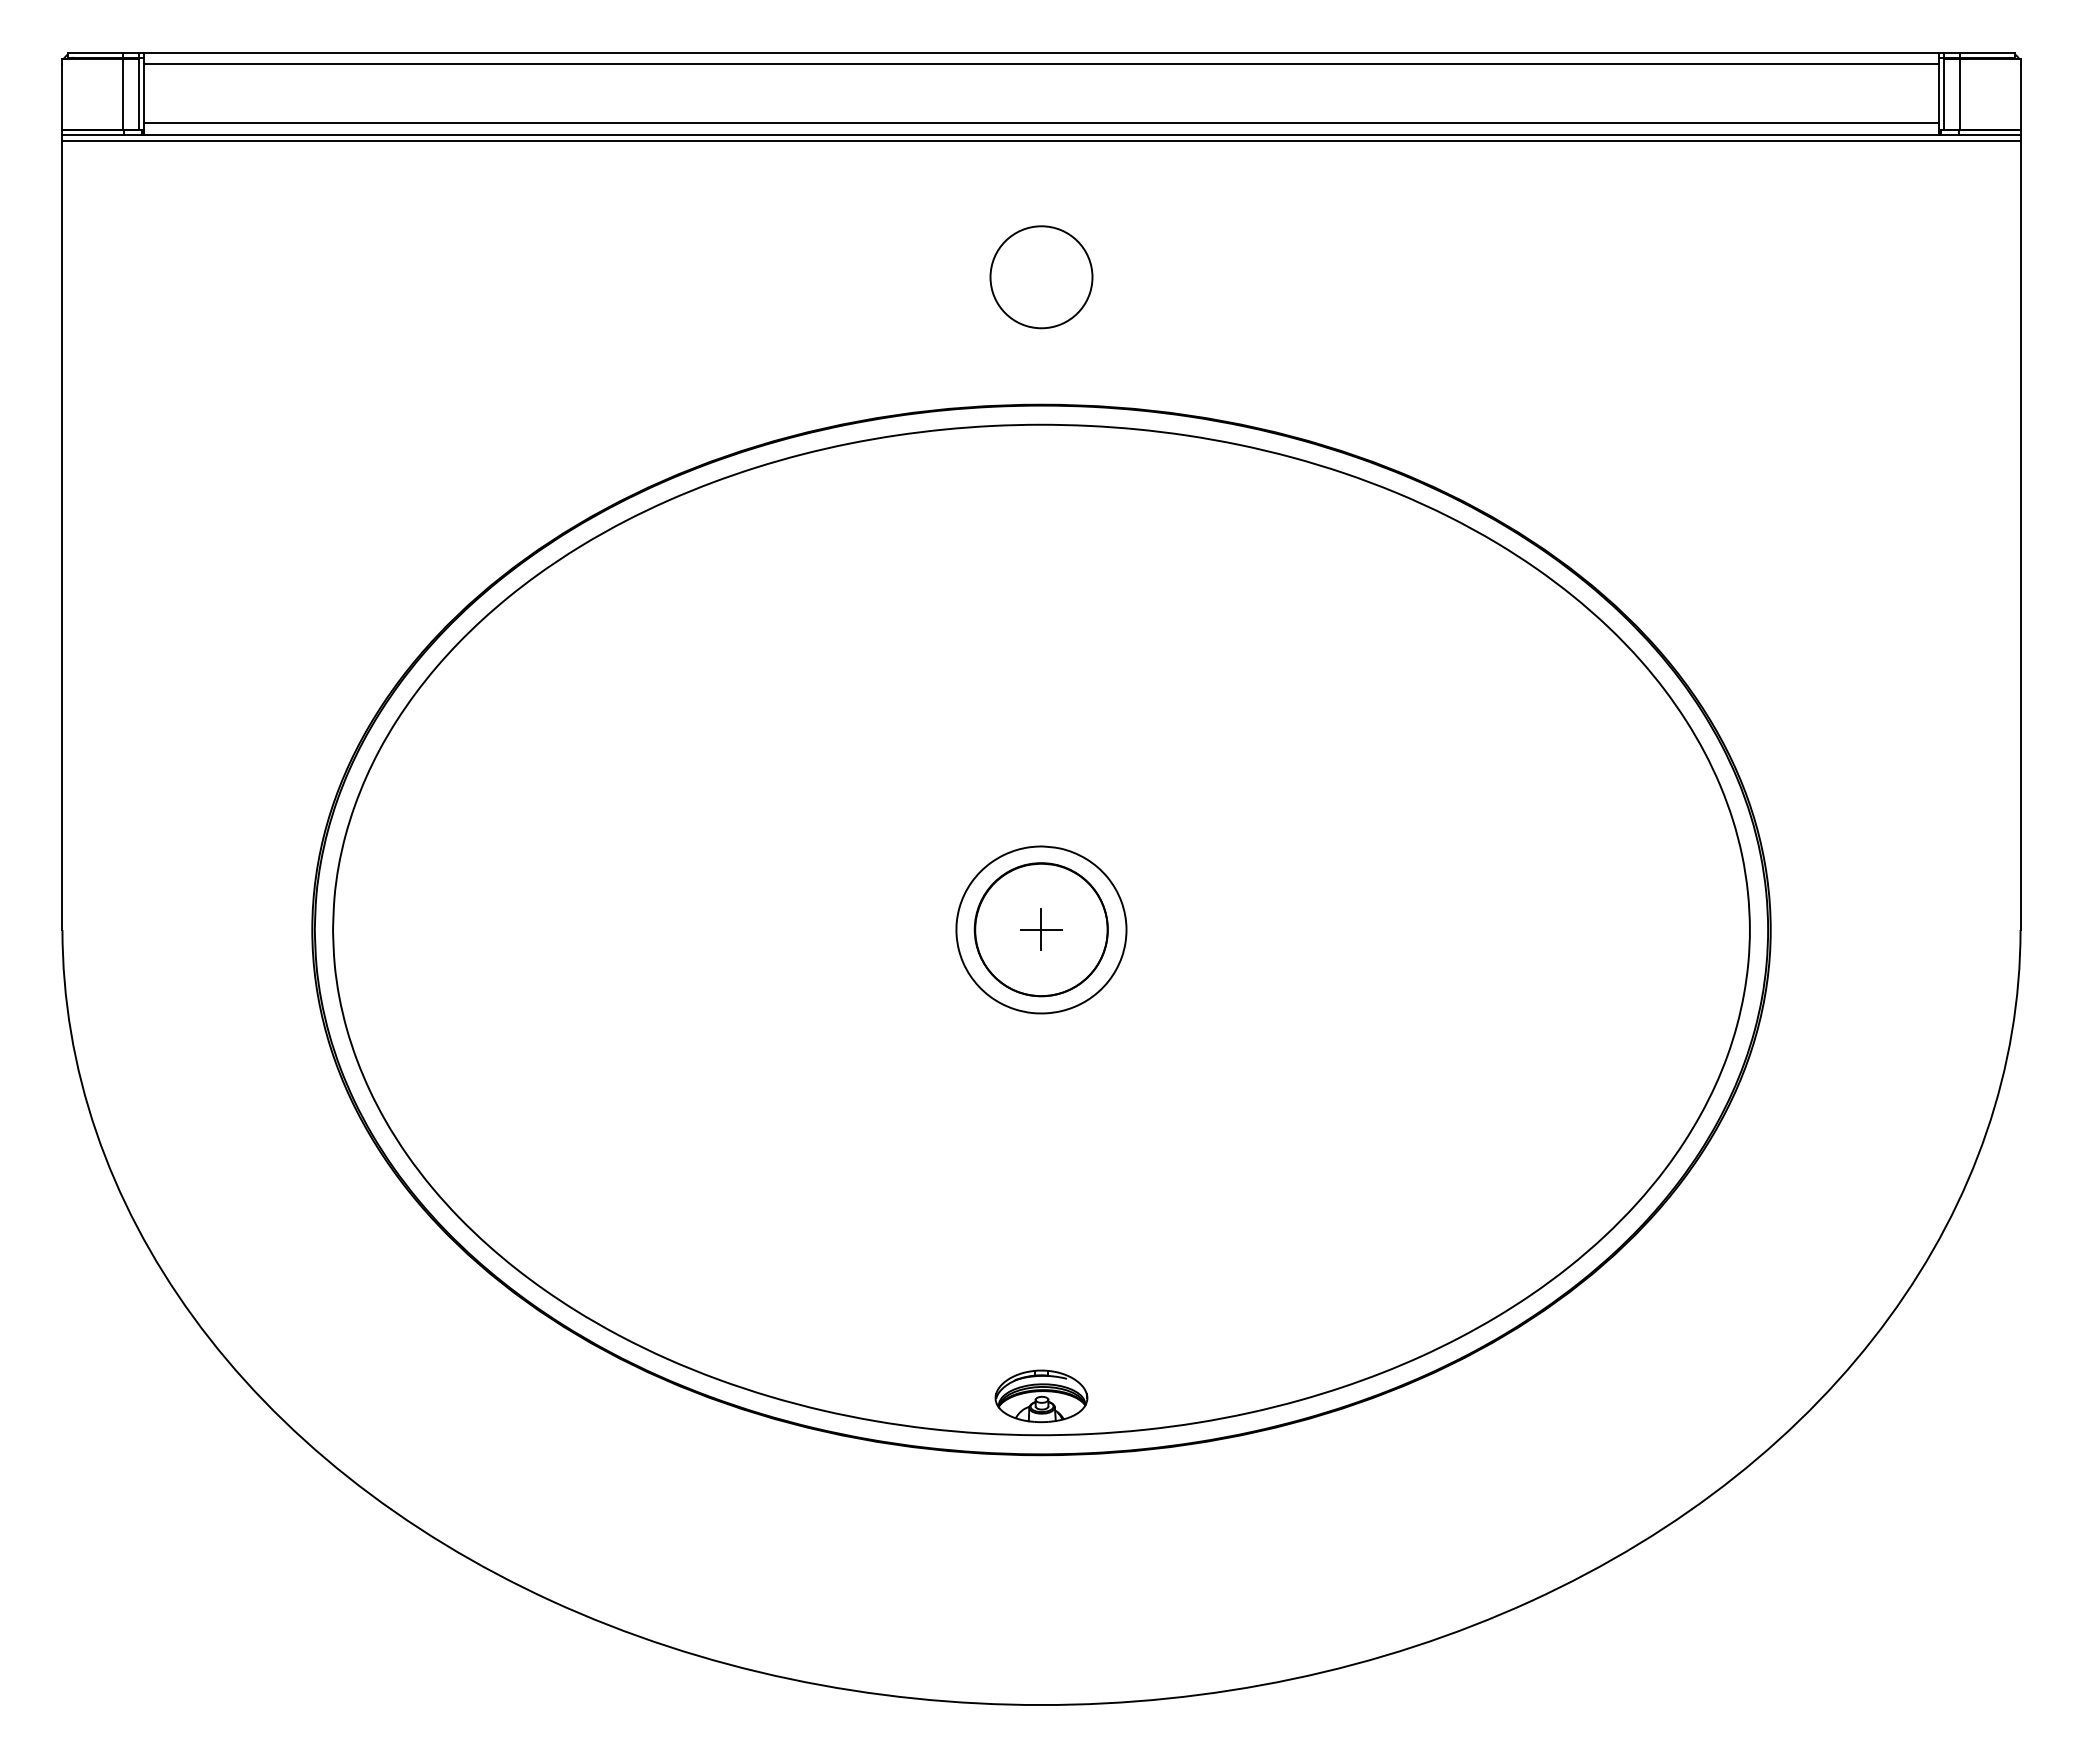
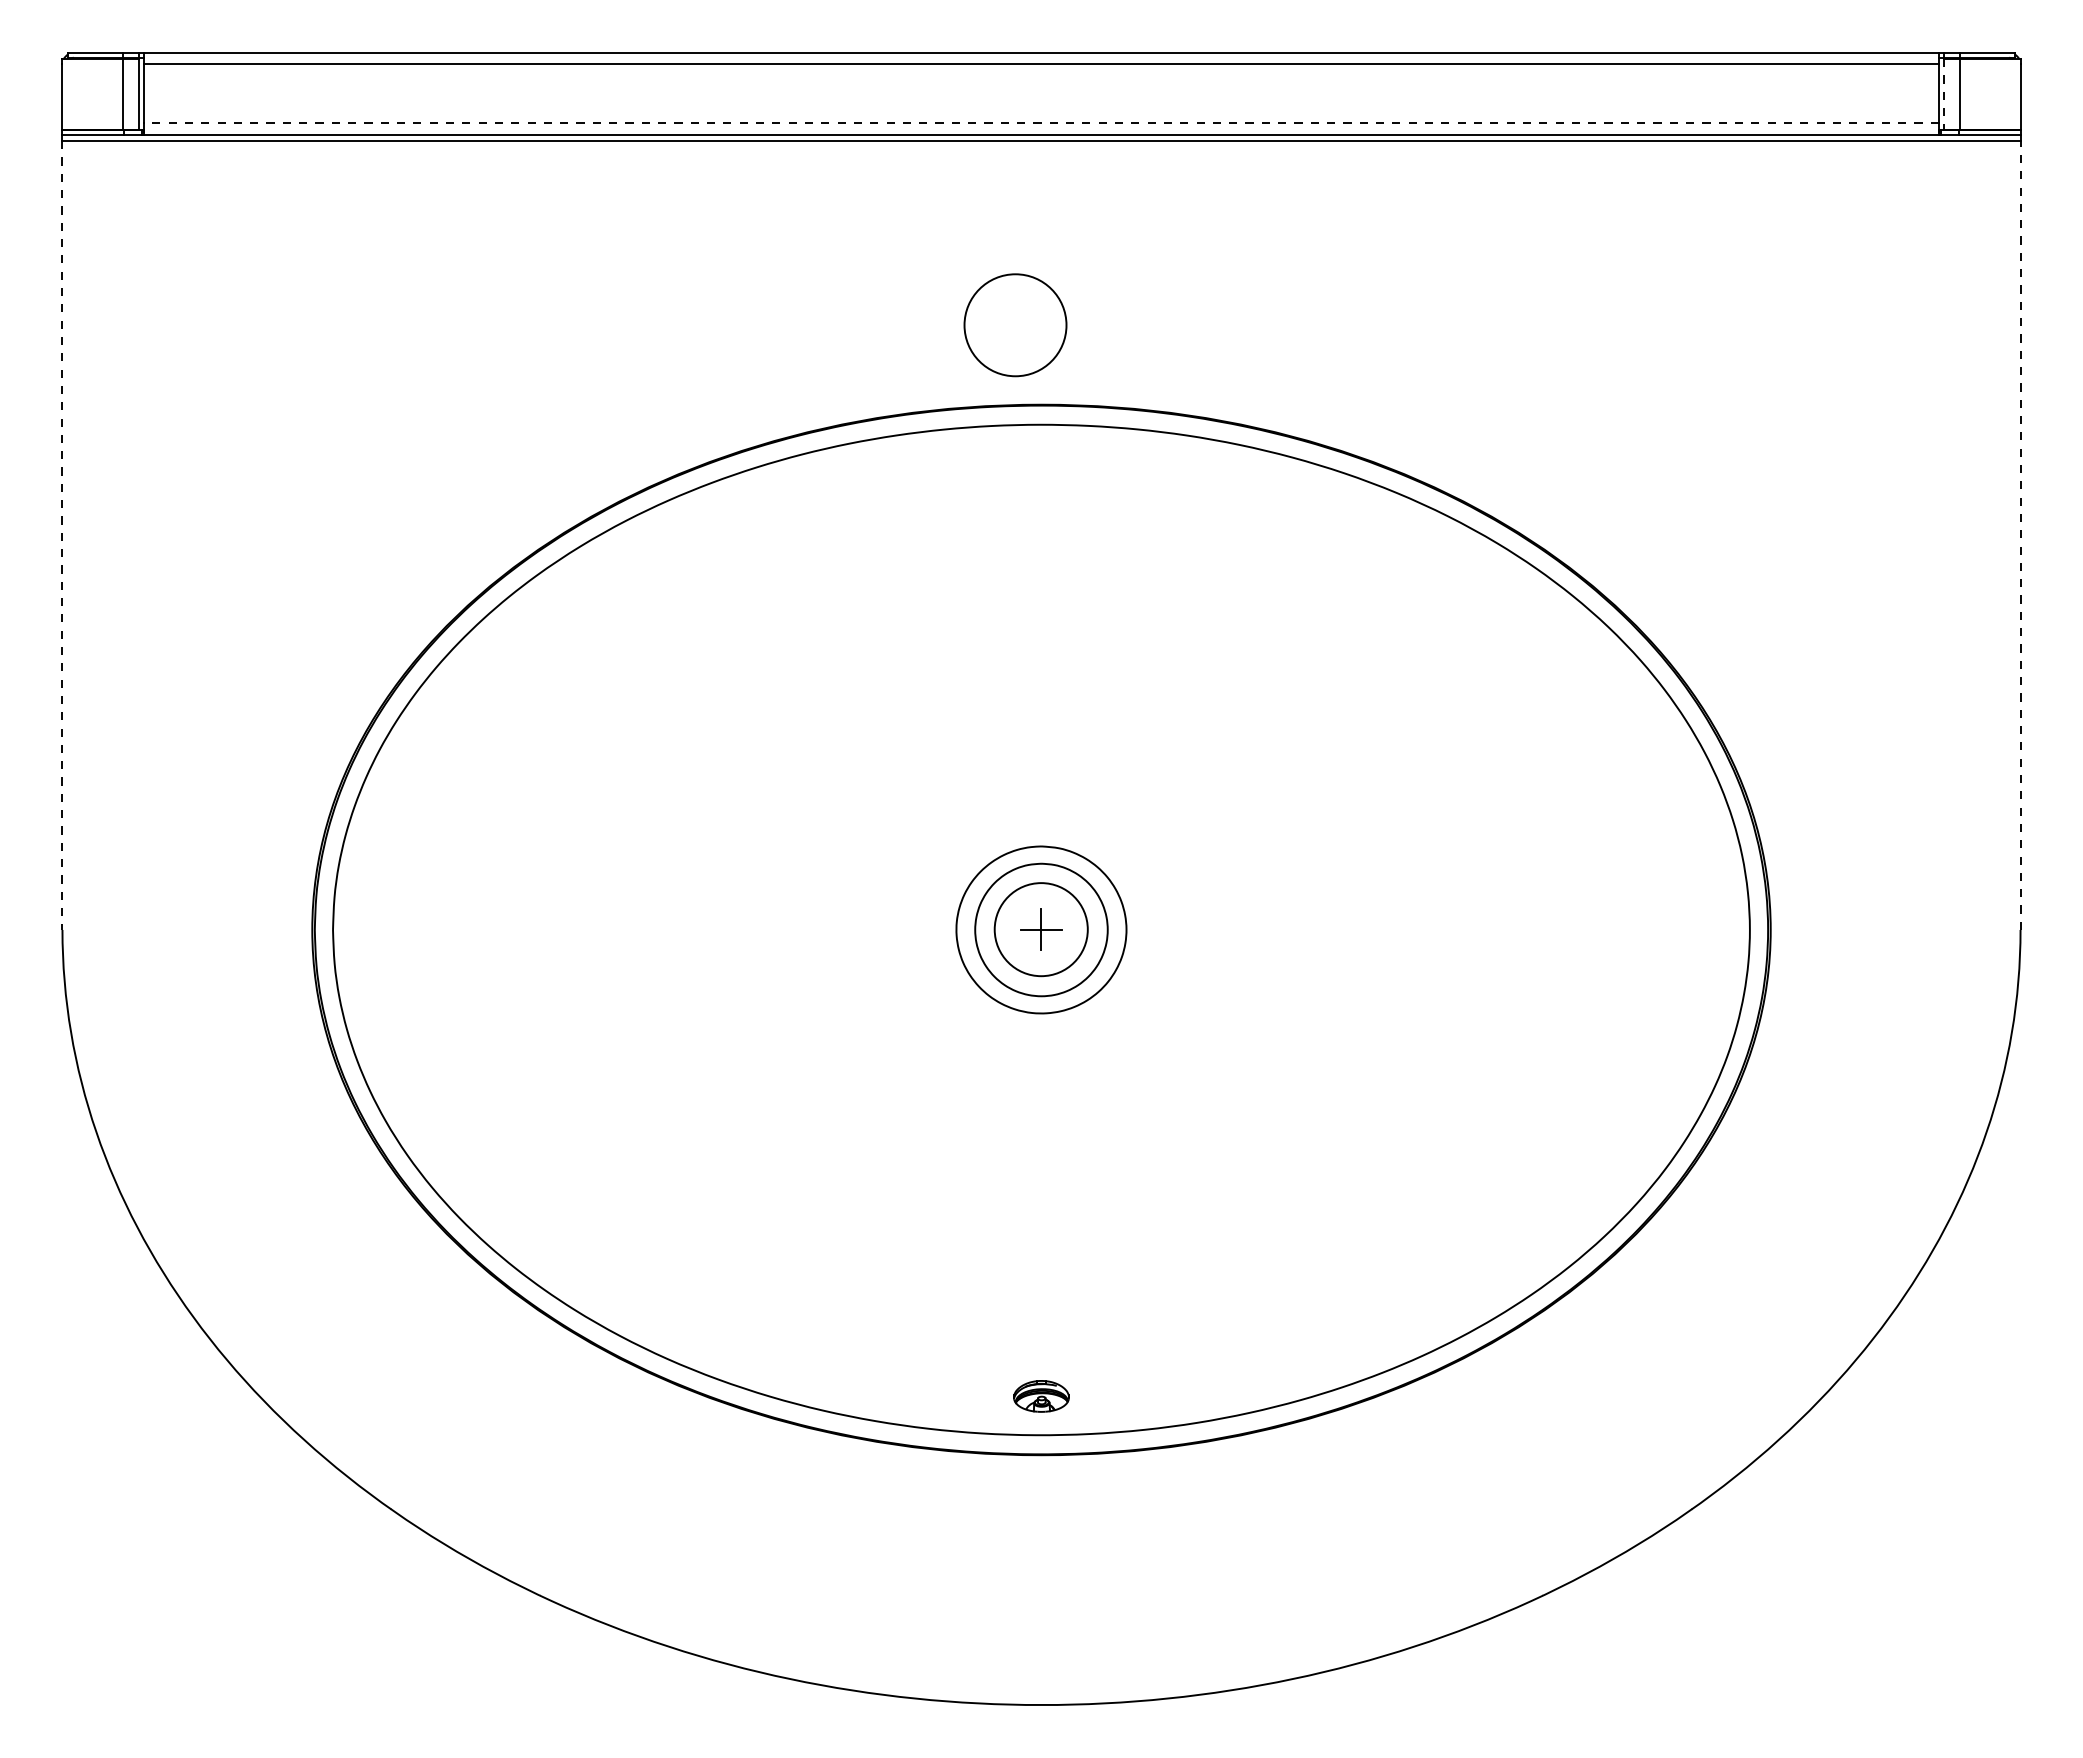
line at (1944, 94): solid -> dashed
line at (1041, 123): solid -> dashed
circle at (1041, 277) position: (1041, 277) -> (1015, 325)
line at (2020, 535): solid -> dashed
line at (62, 536): solid -> dashed
circle at (1040, 929) diameter: 133 px -> 93 px
part at (1041, 1396) size: 95x55 px -> 57x33 px
